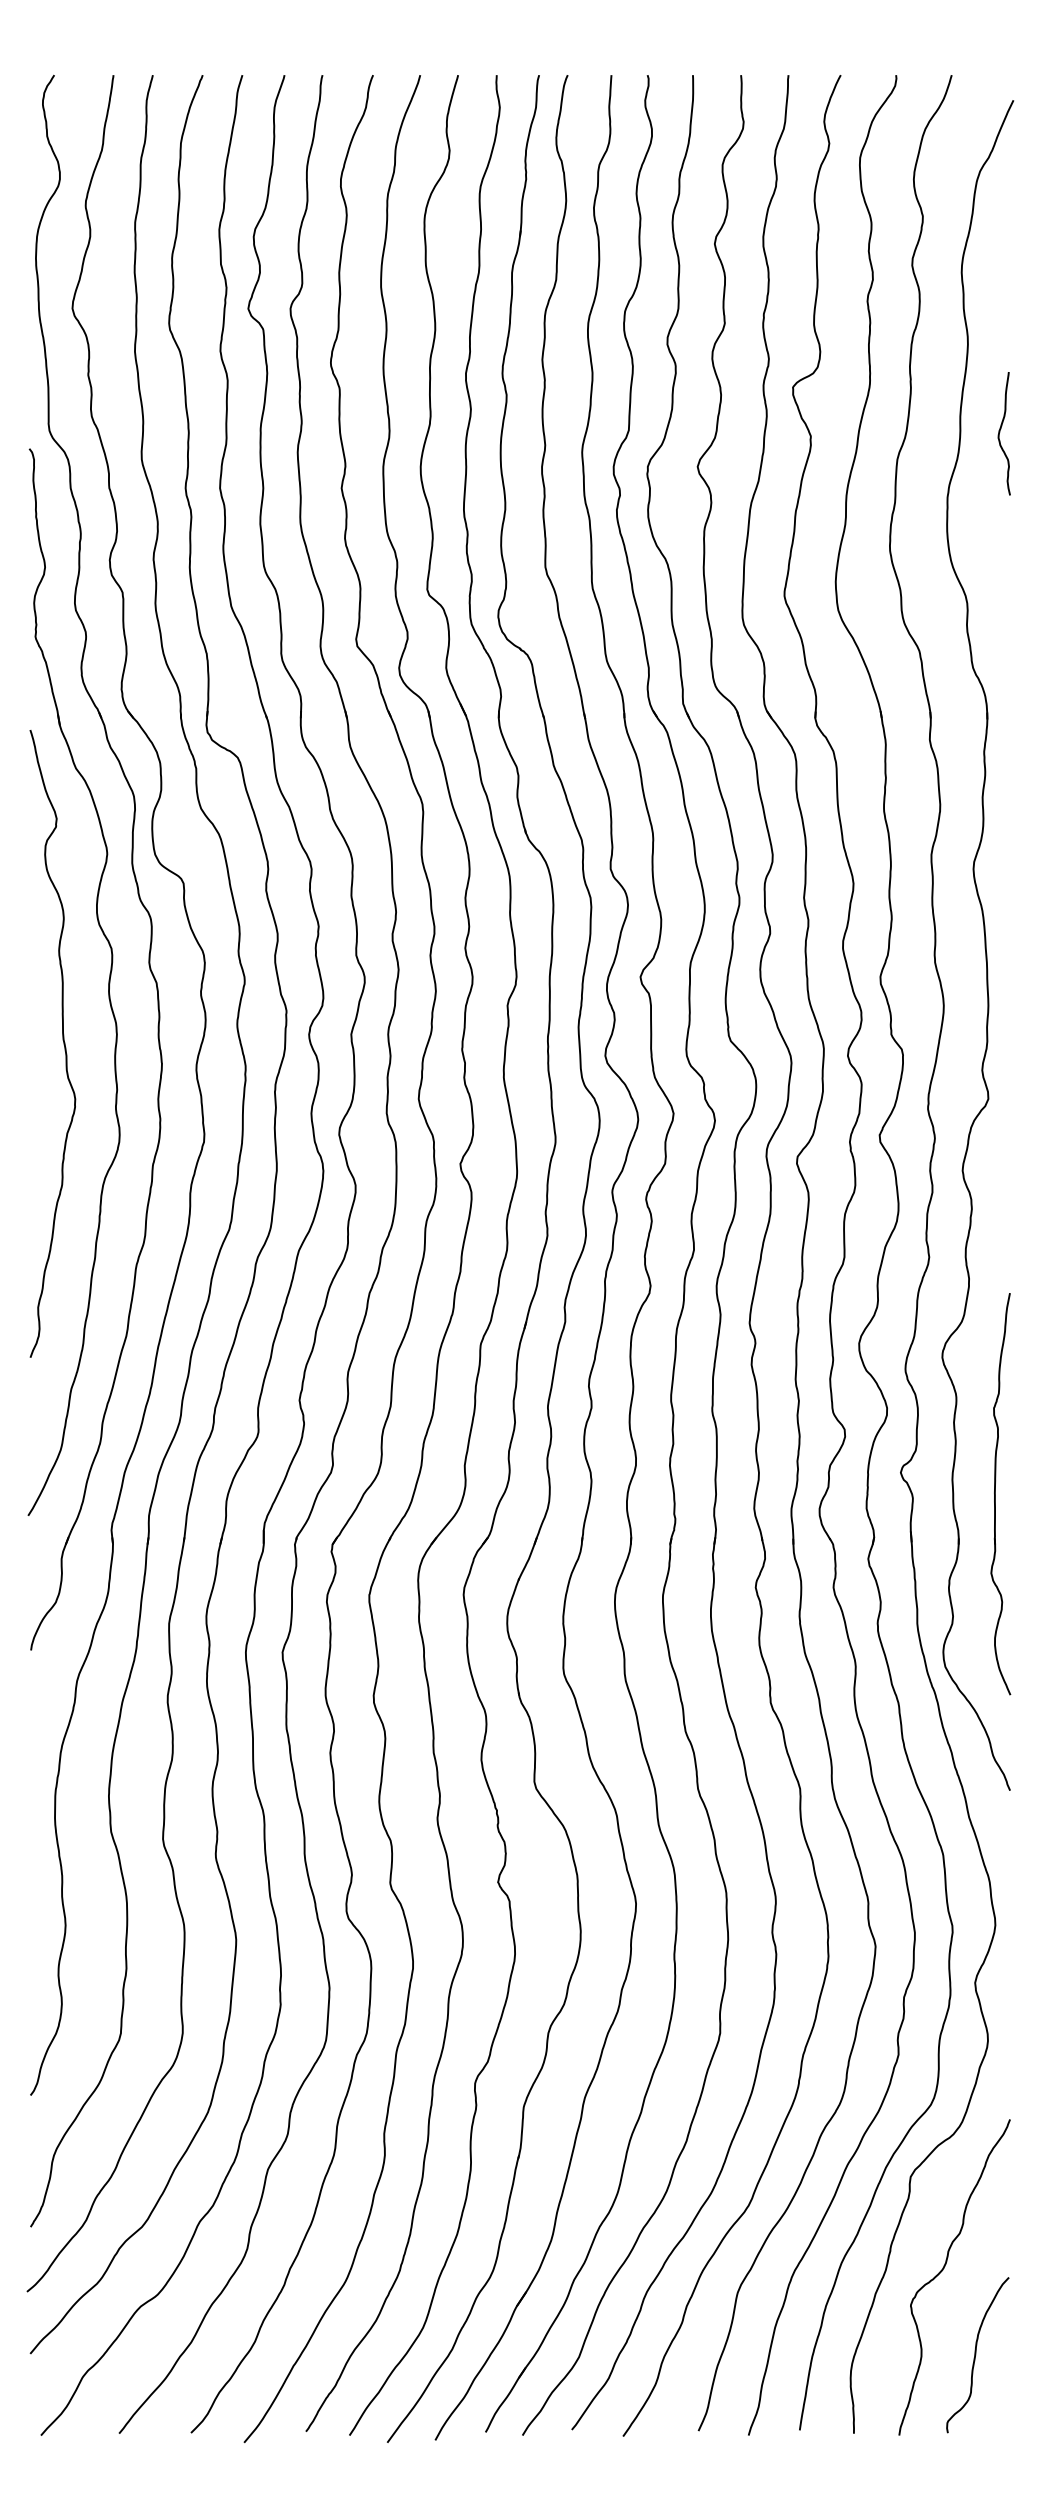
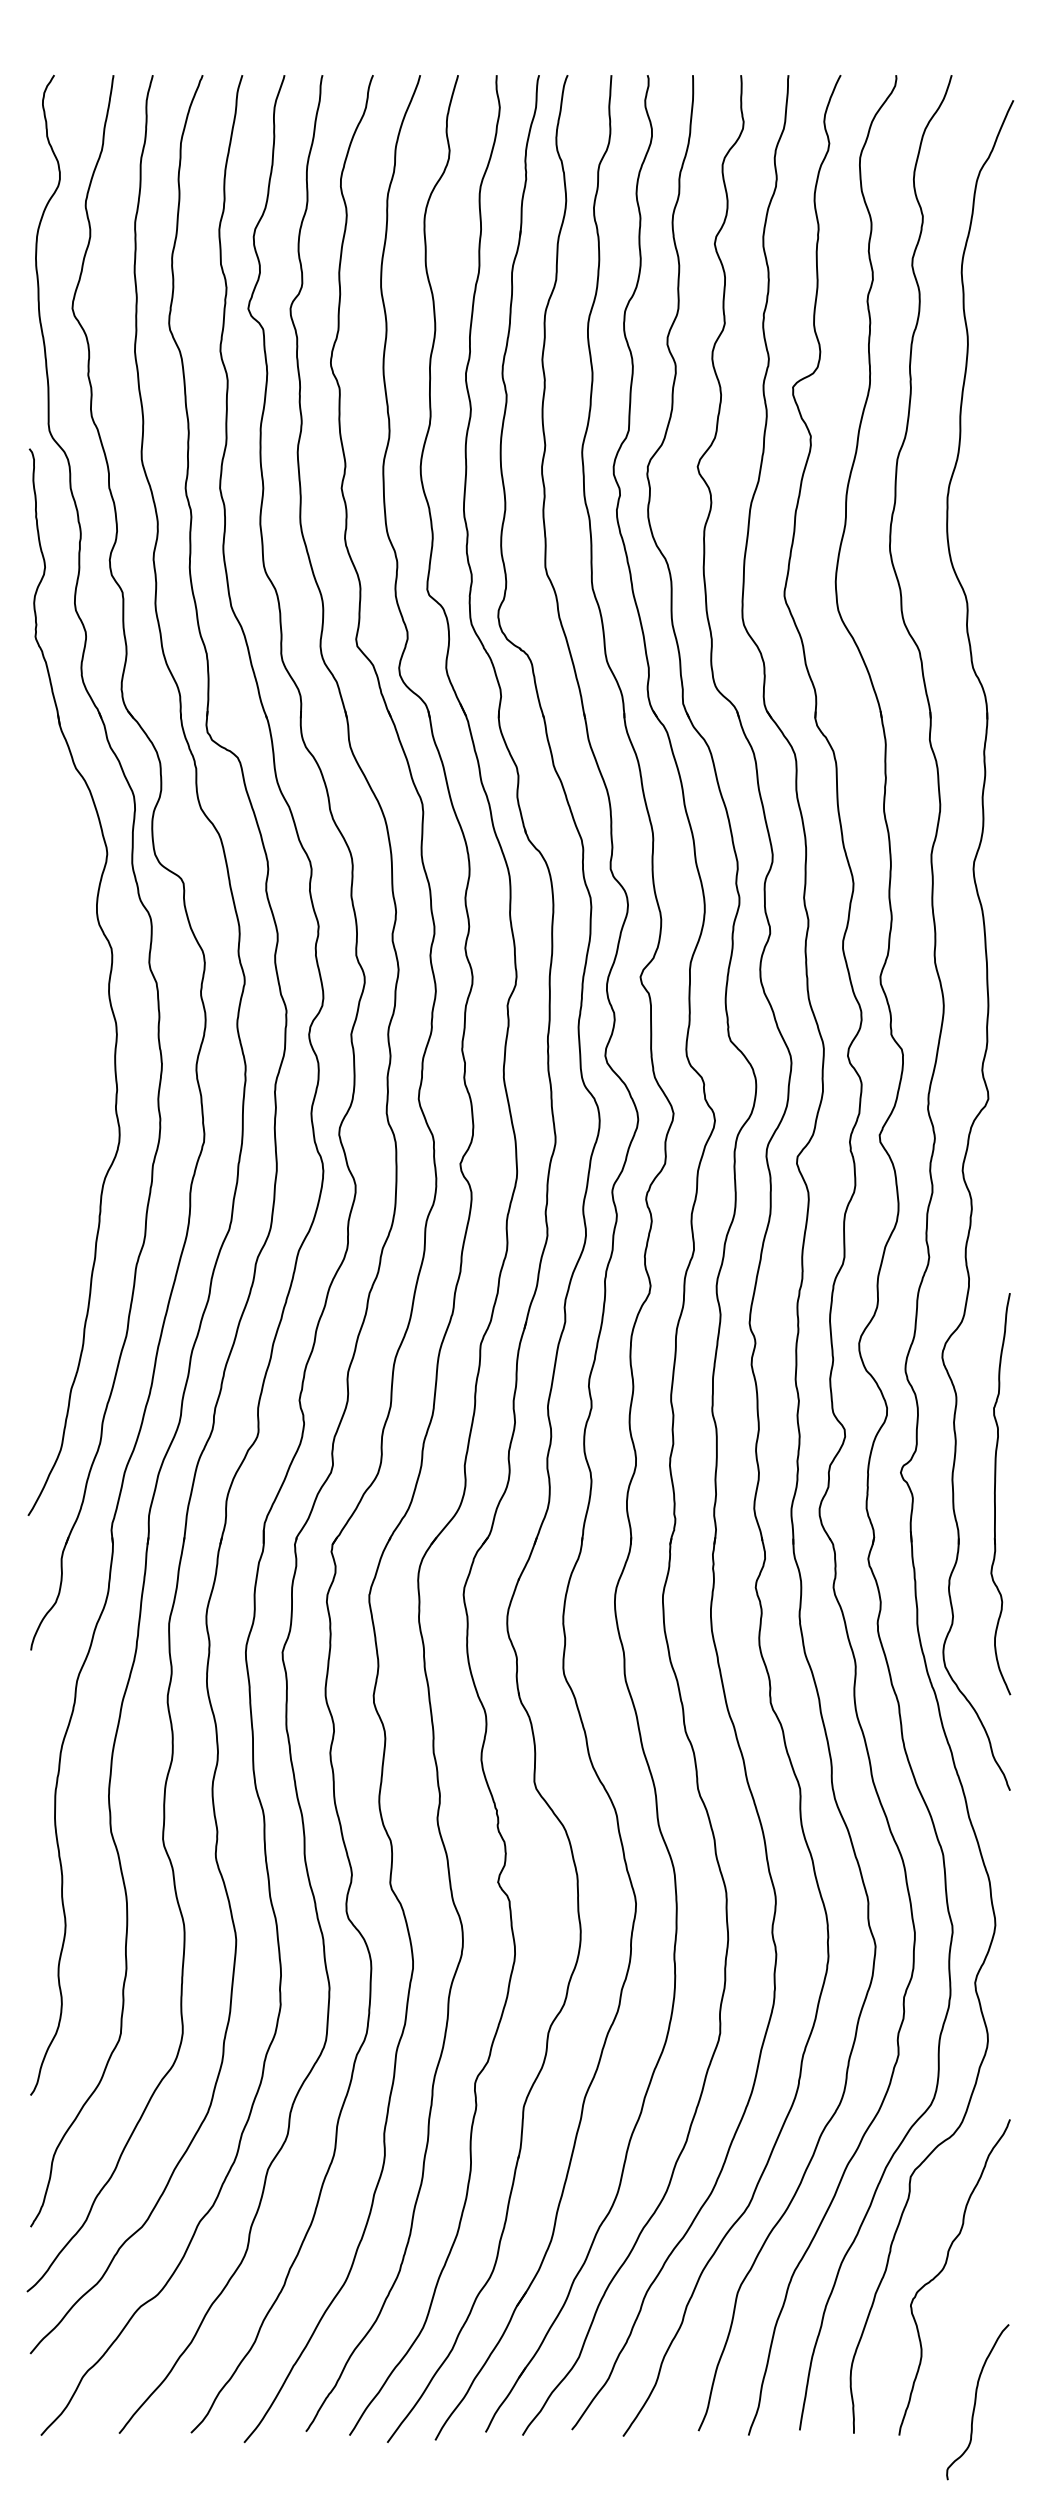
curve at (1000, 432): present -> none
curve at (62, 1040): present -> none
curve at (976, 2355) position: (976, 2355) -> (976, 2402)
